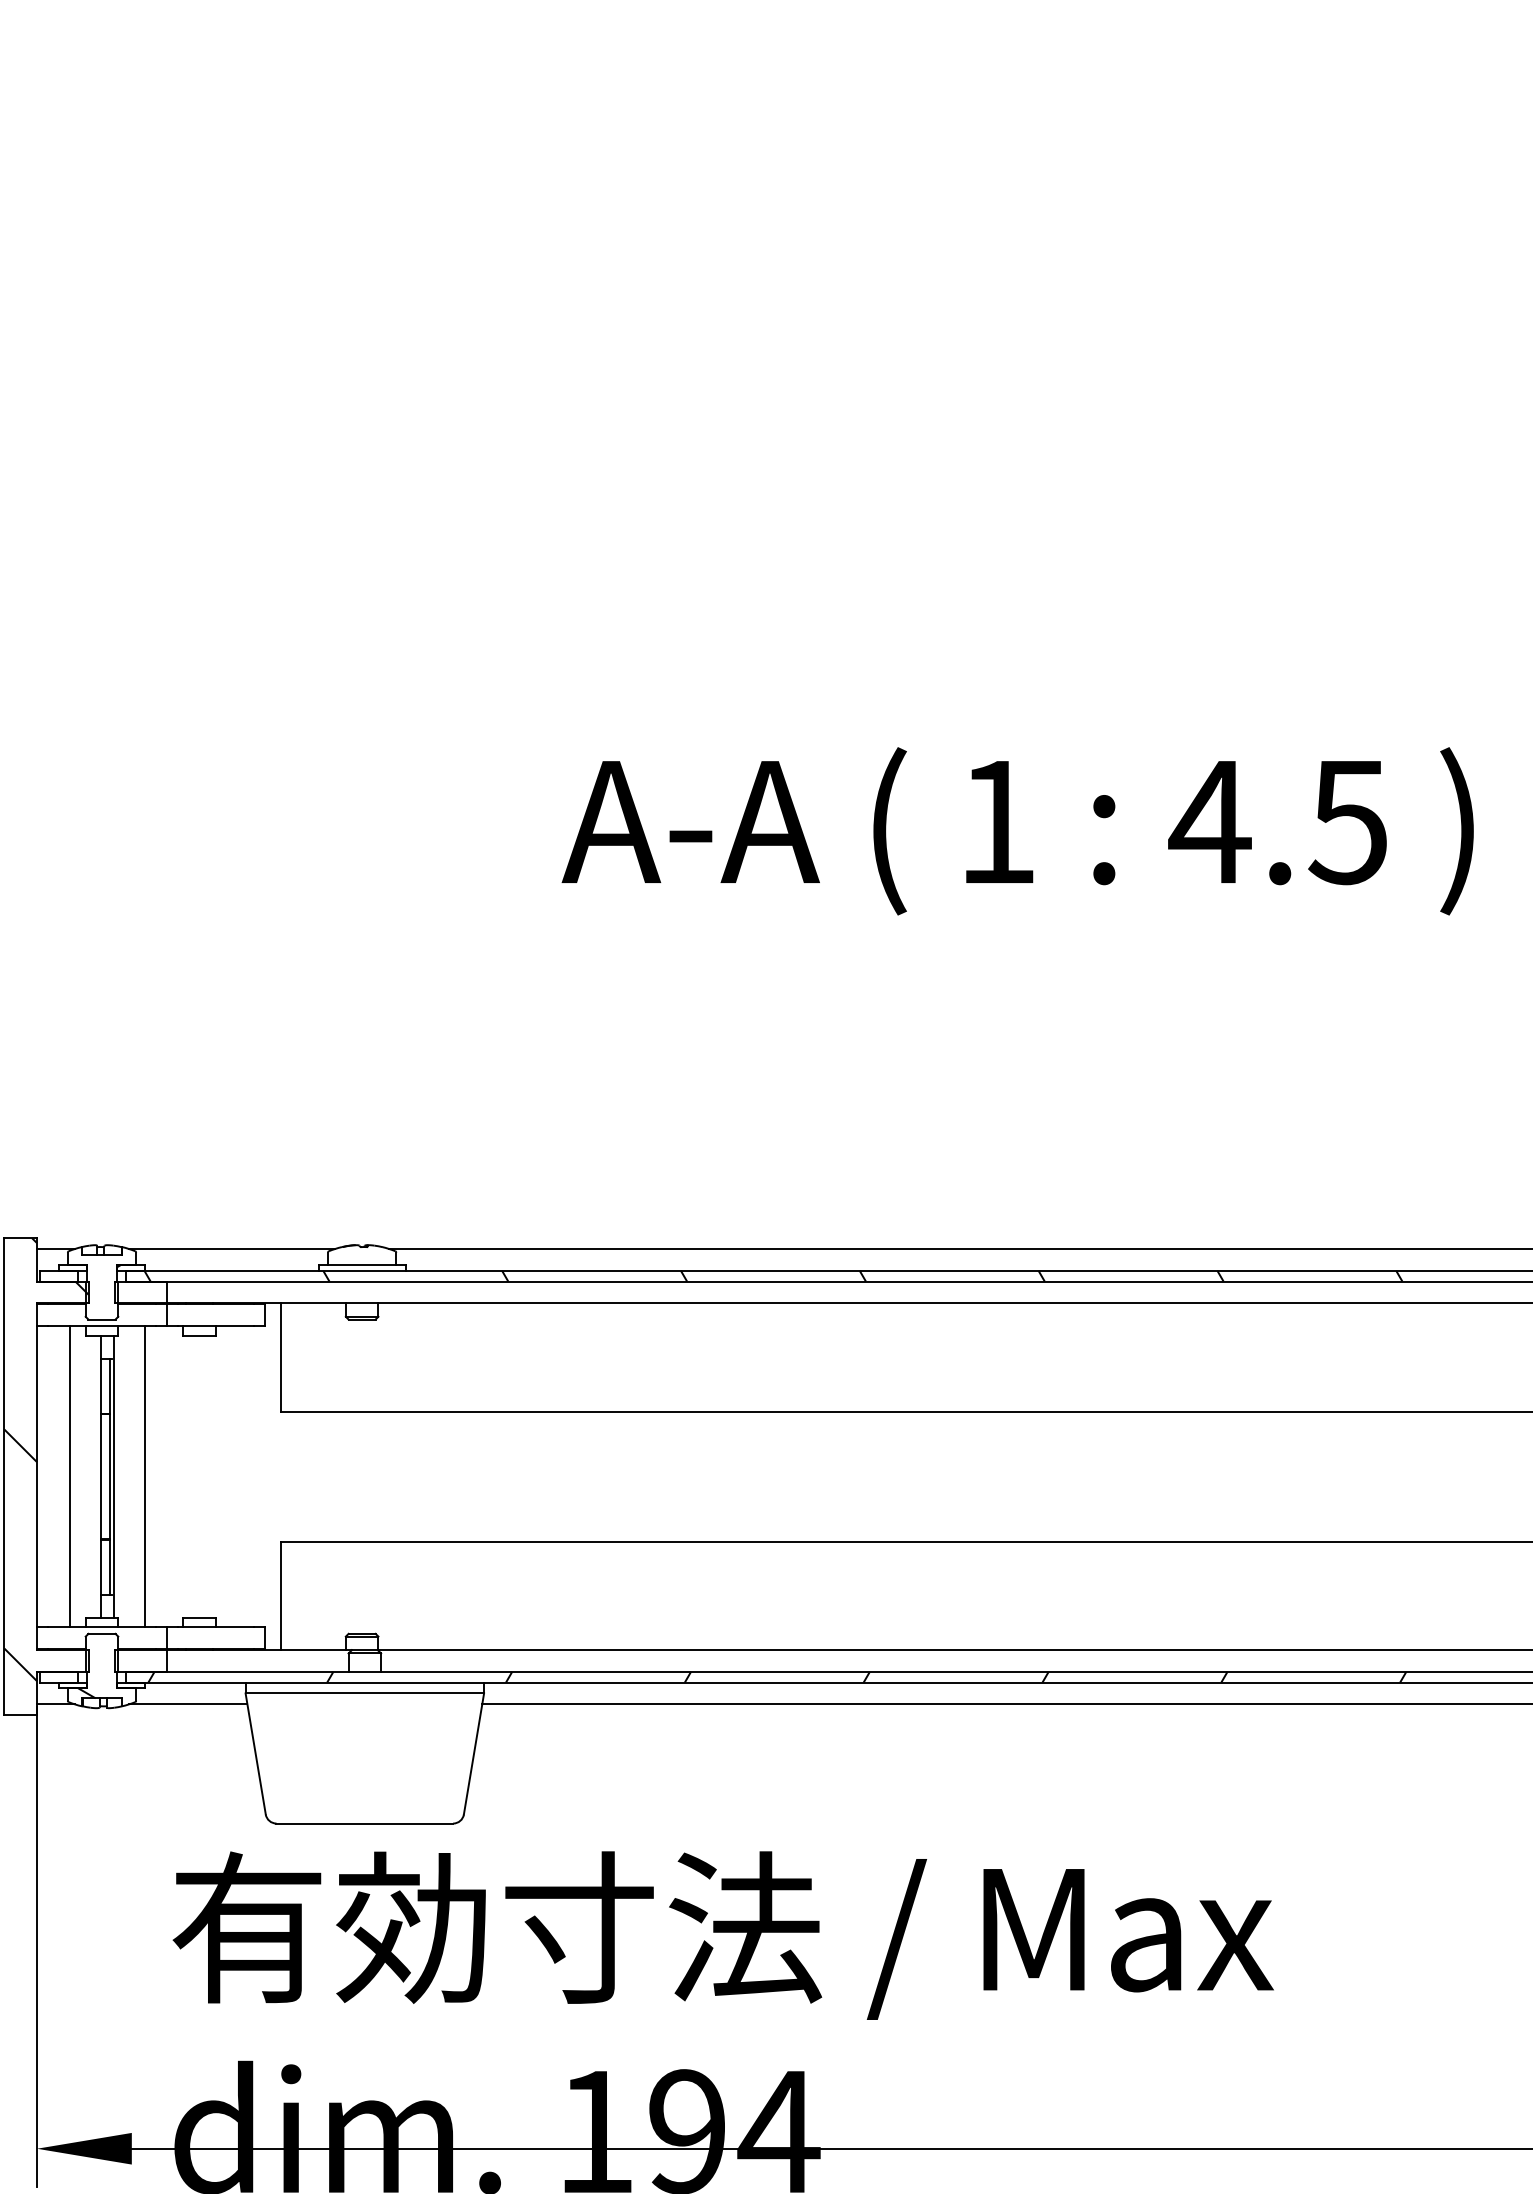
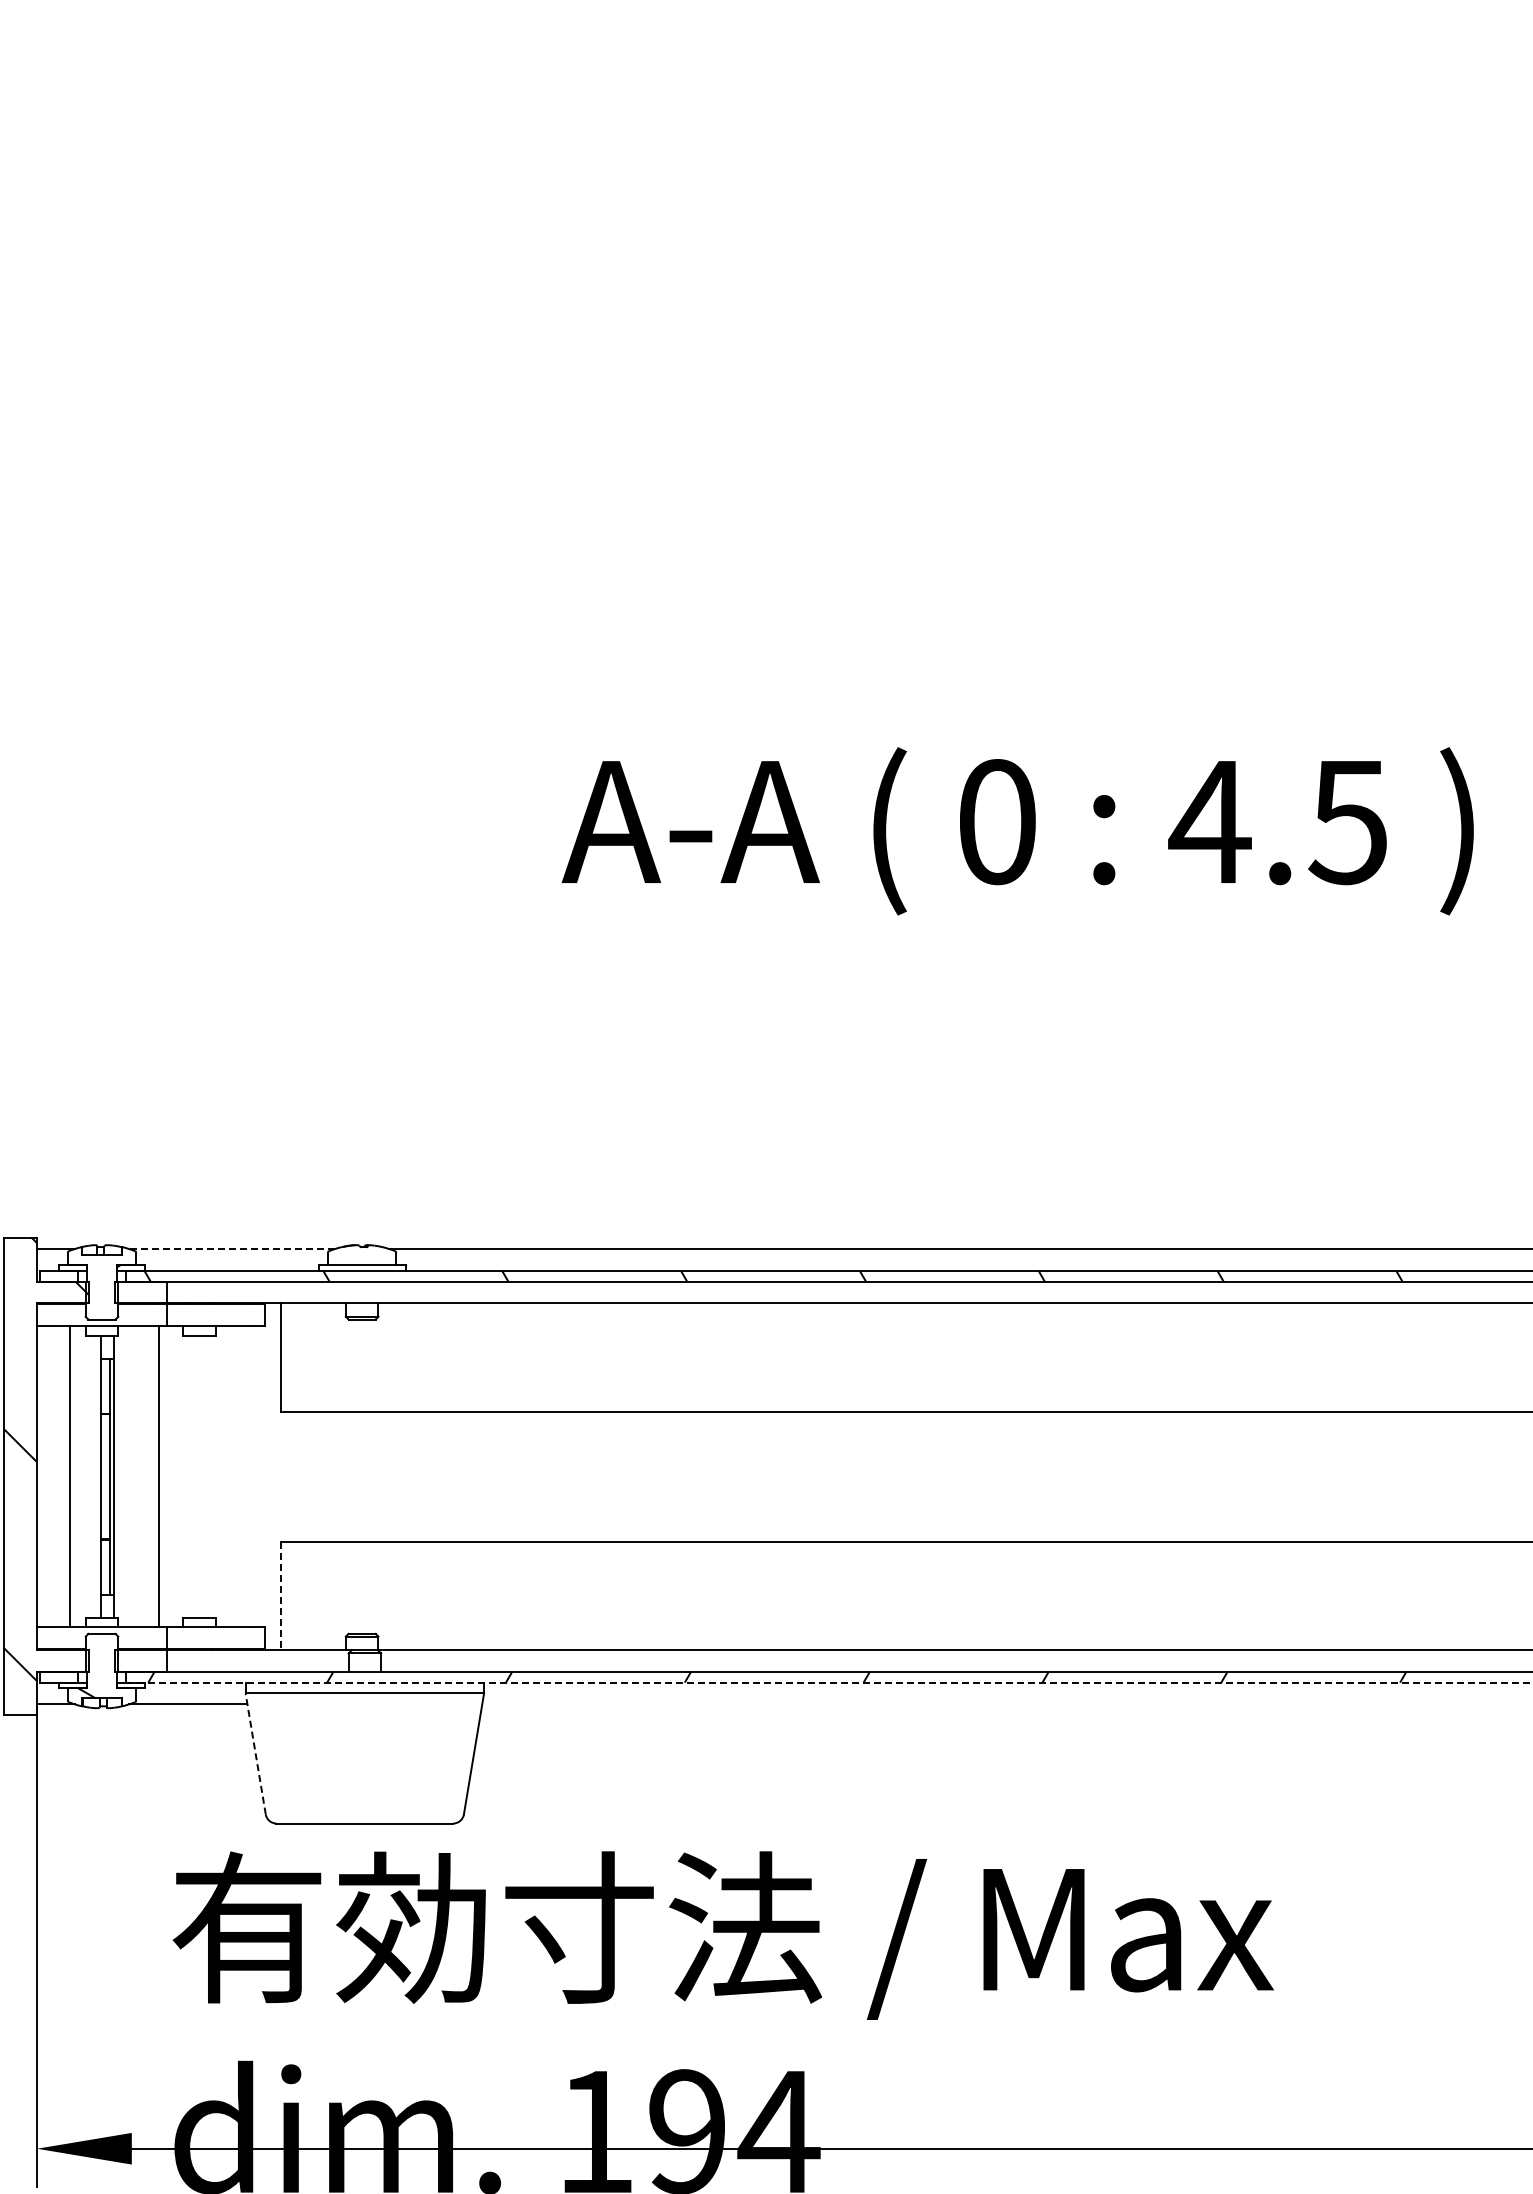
text at (997, 822): 1 -> 0
line at (232, 1249): solid -> dashed
line at (145, 1476) position: (145, 1476) -> (159, 1476)
line at (280, 1596): solid -> dashed
line at (829, 1682): solid -> dashed
line at (1005, 1704): present -> none
line at (255, 1753): solid -> dashed
